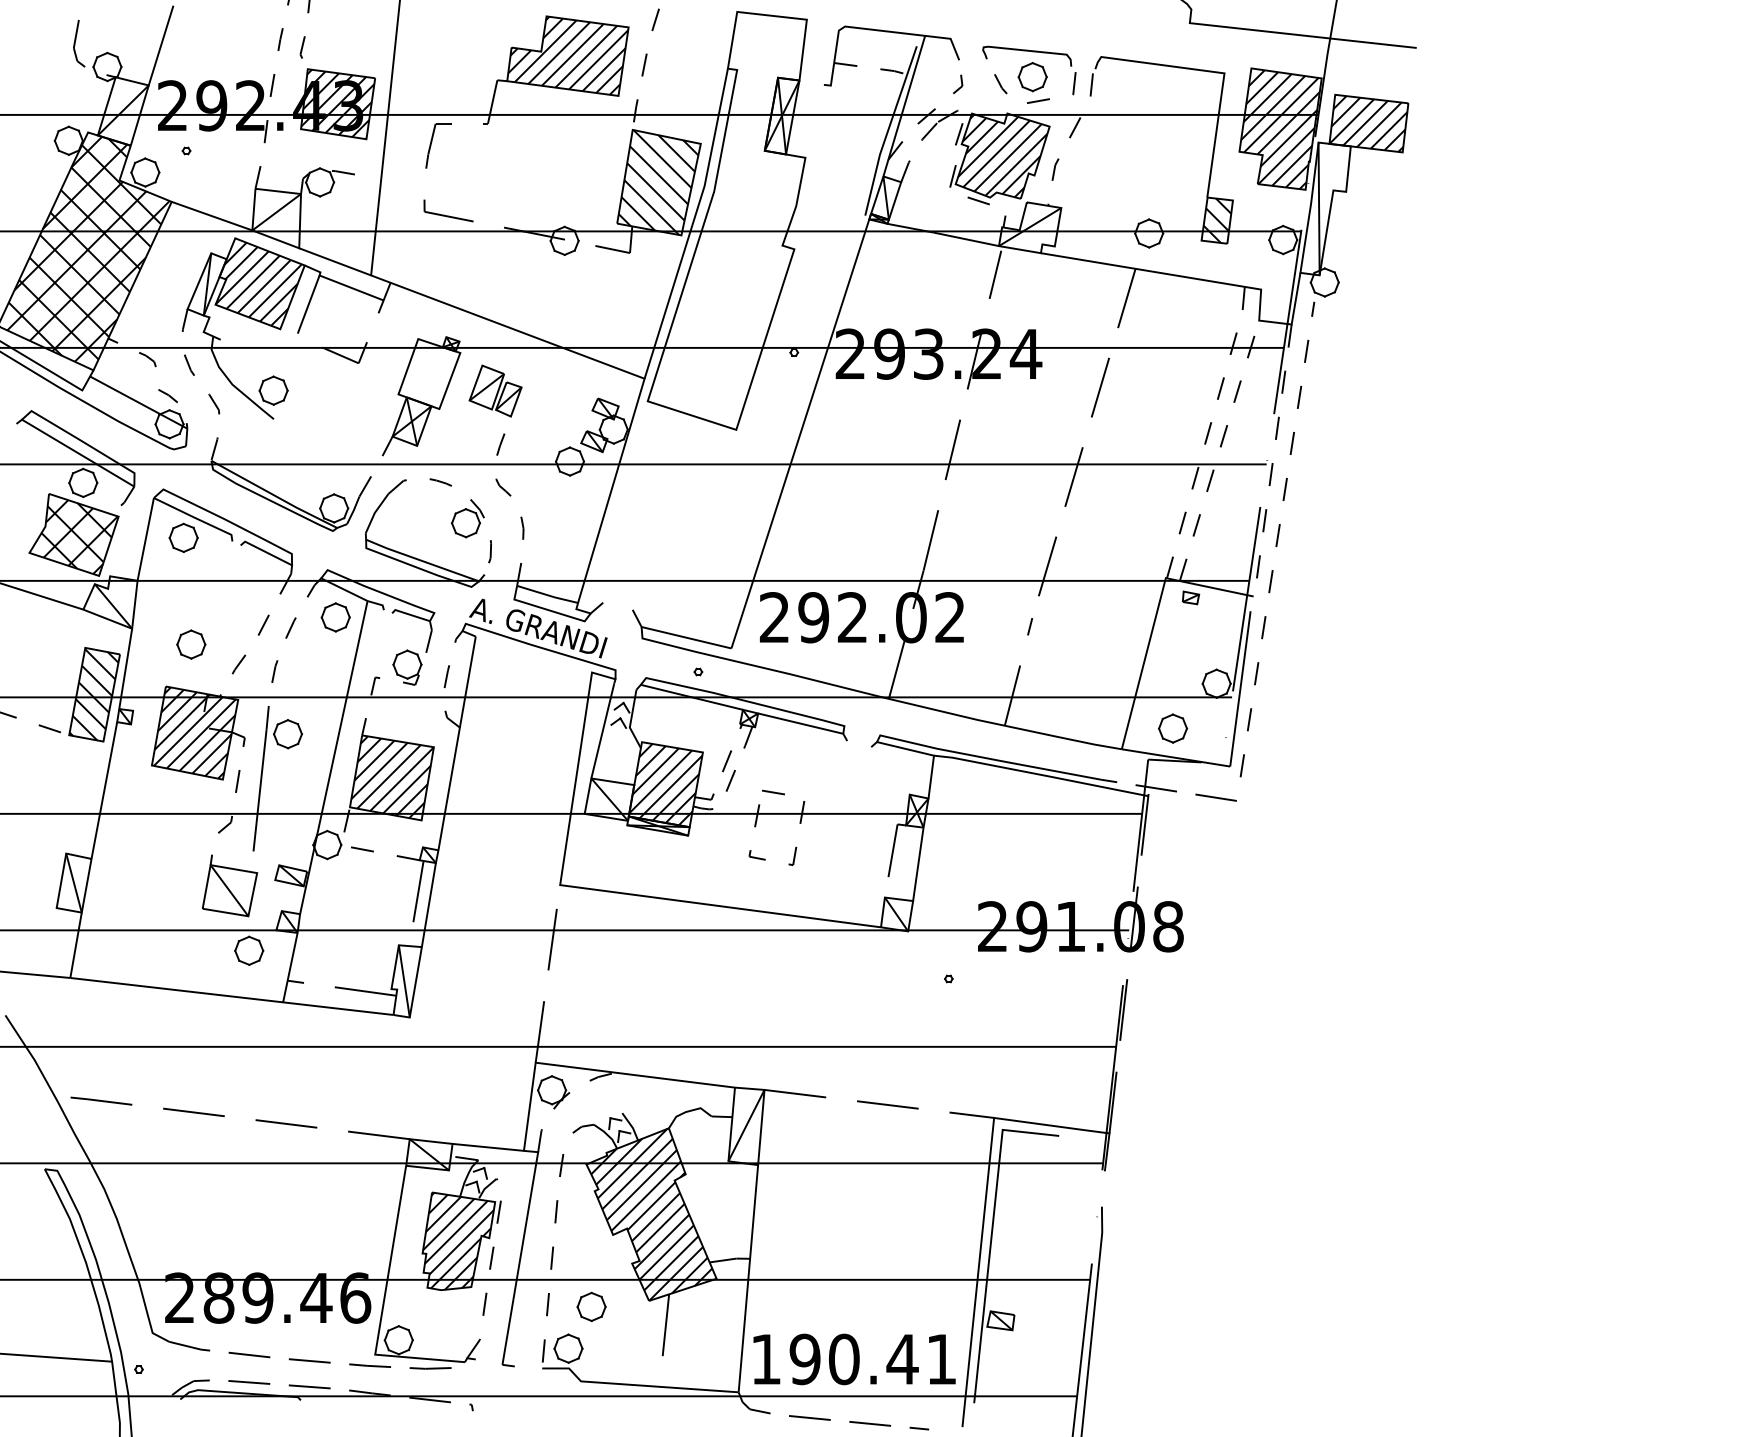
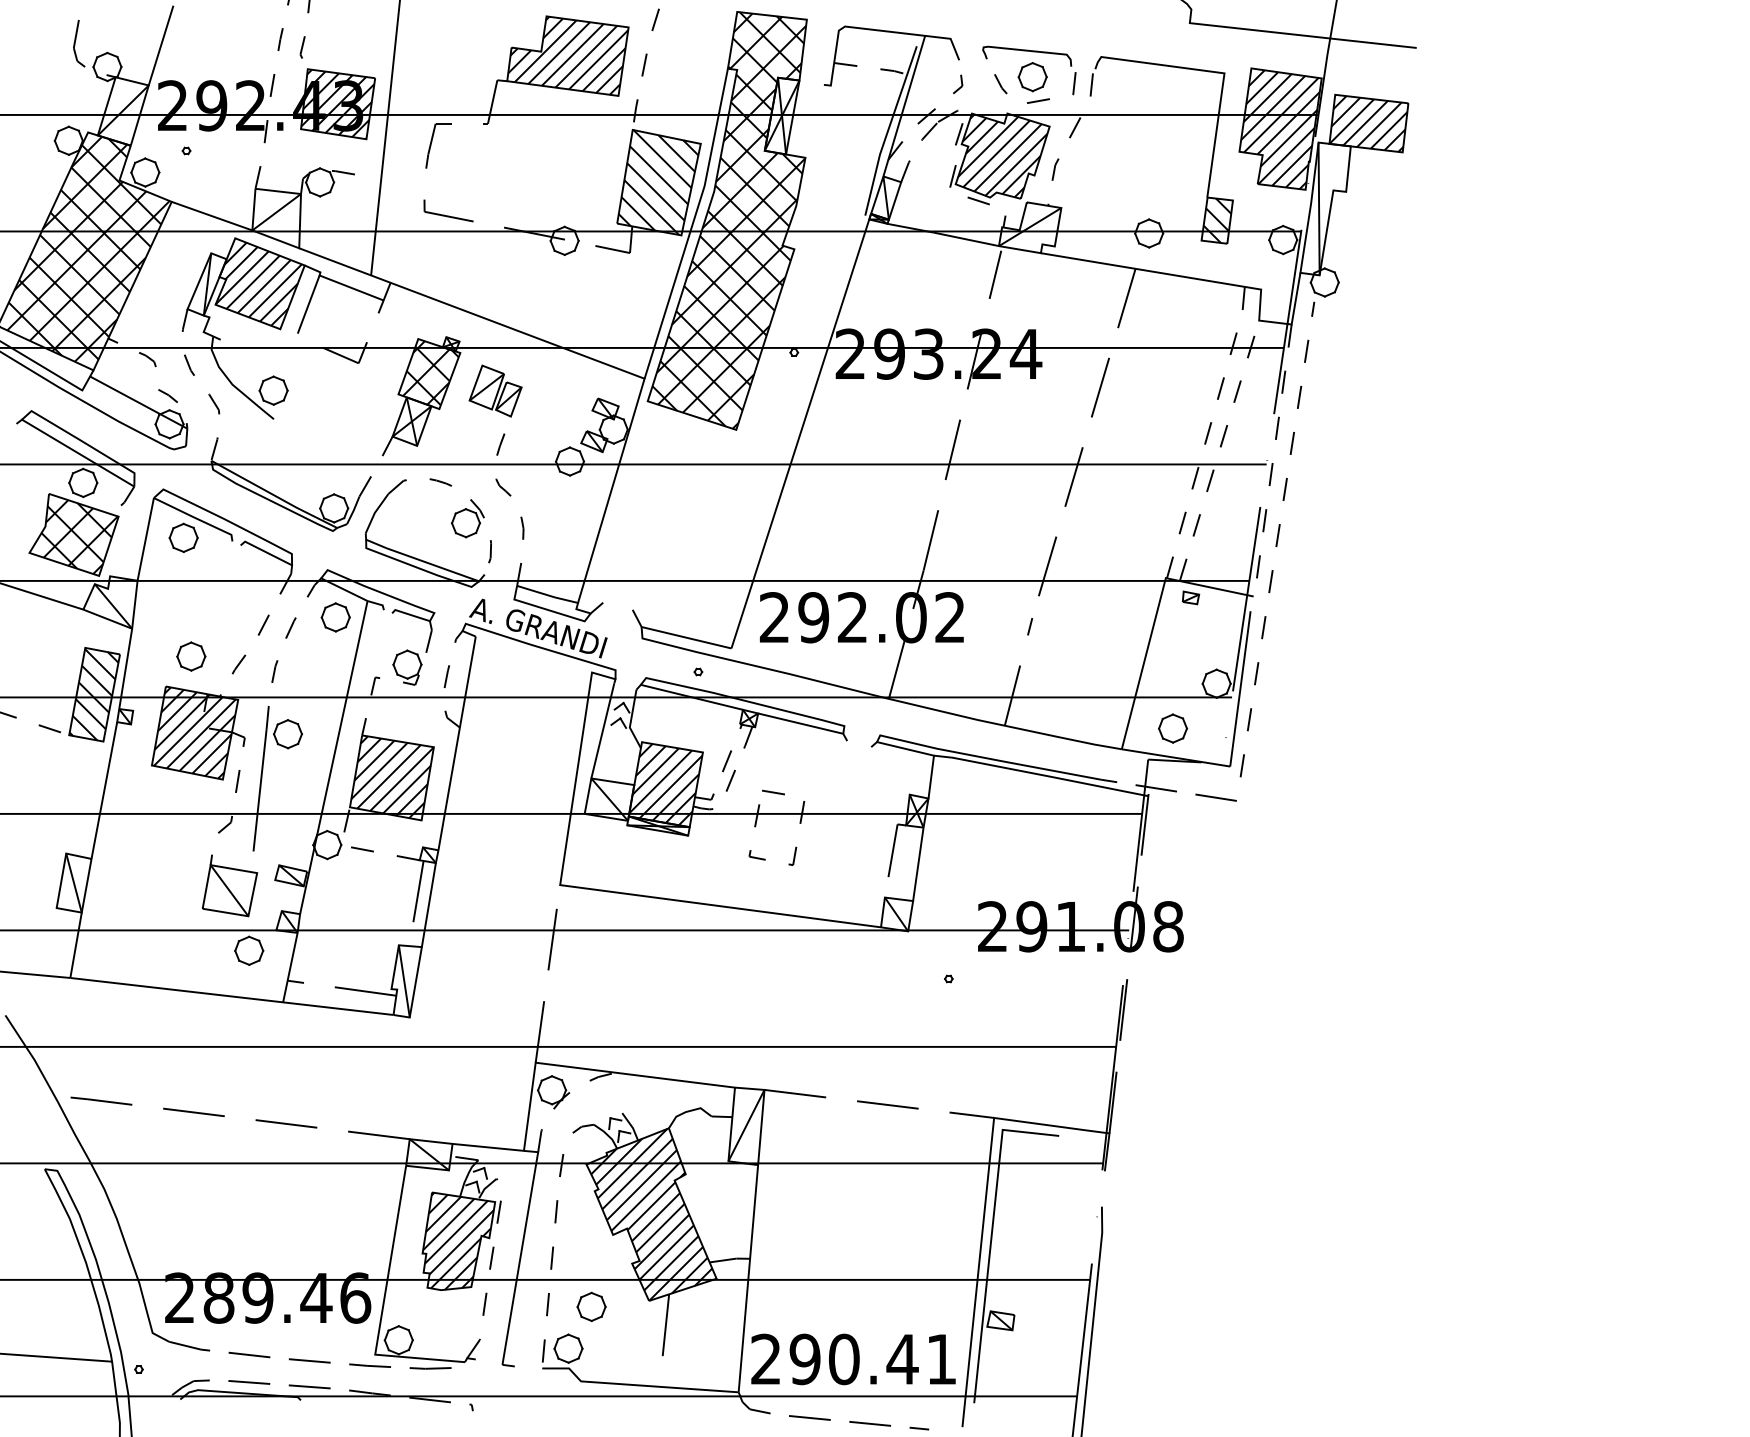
hatch at (729, 220): none -> present
hatch at (430, 373): none -> present
part at (191, 644) position: (191, 644) -> (191, 656)
text at (765, 1358): 190.41 -> 290.41
